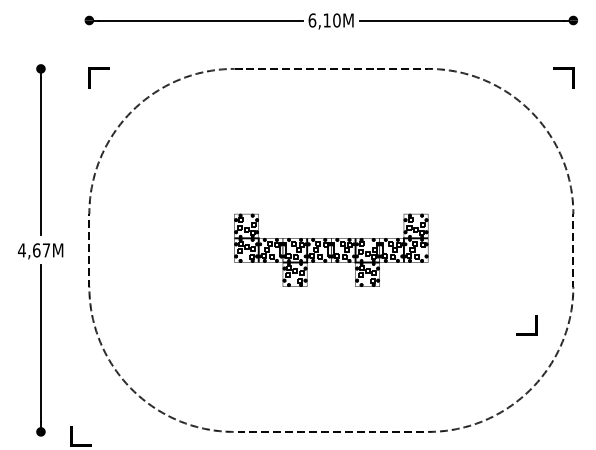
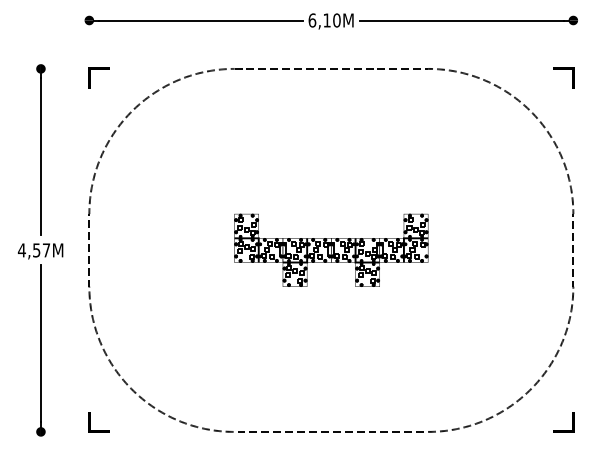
text at (36, 250): 4,67M -> 4,57M
line at (526, 333) position: (526, 333) -> (563, 430)
line at (72, 436) position: (72, 436) -> (90, 422)
